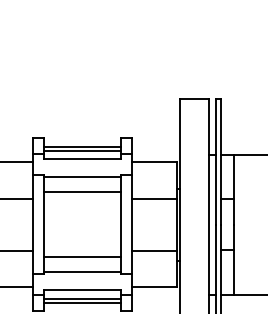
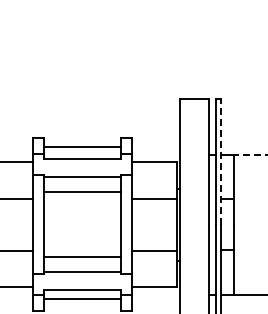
line at (81, 150): present -> none
line at (250, 154): solid -> dashed
line at (221, 161): solid -> dashed
line at (81, 302): present -> none
